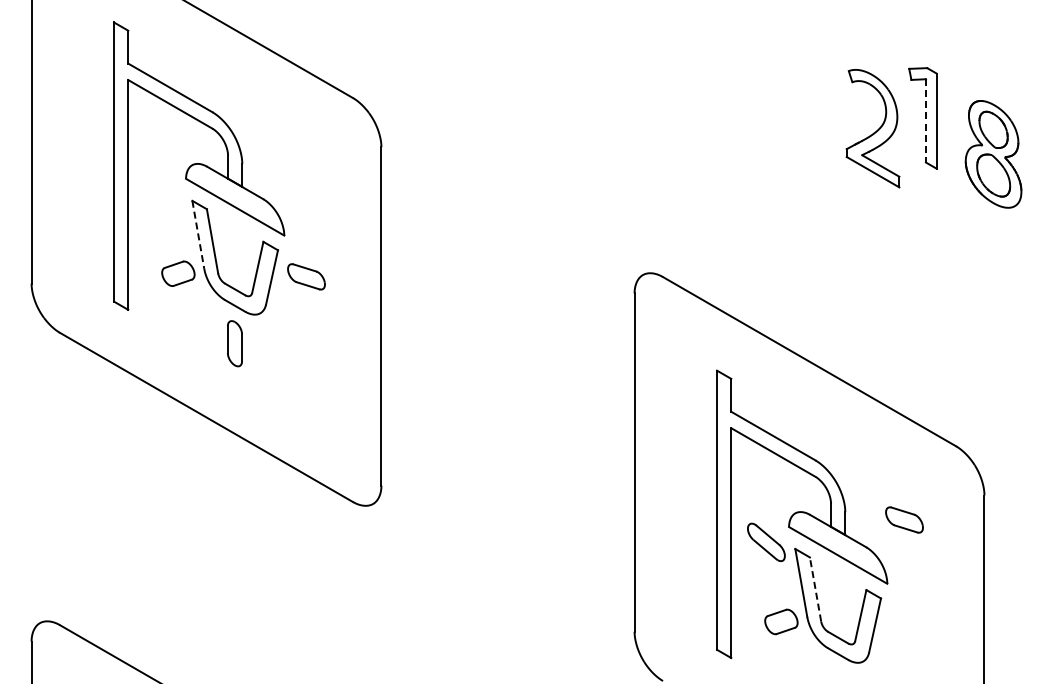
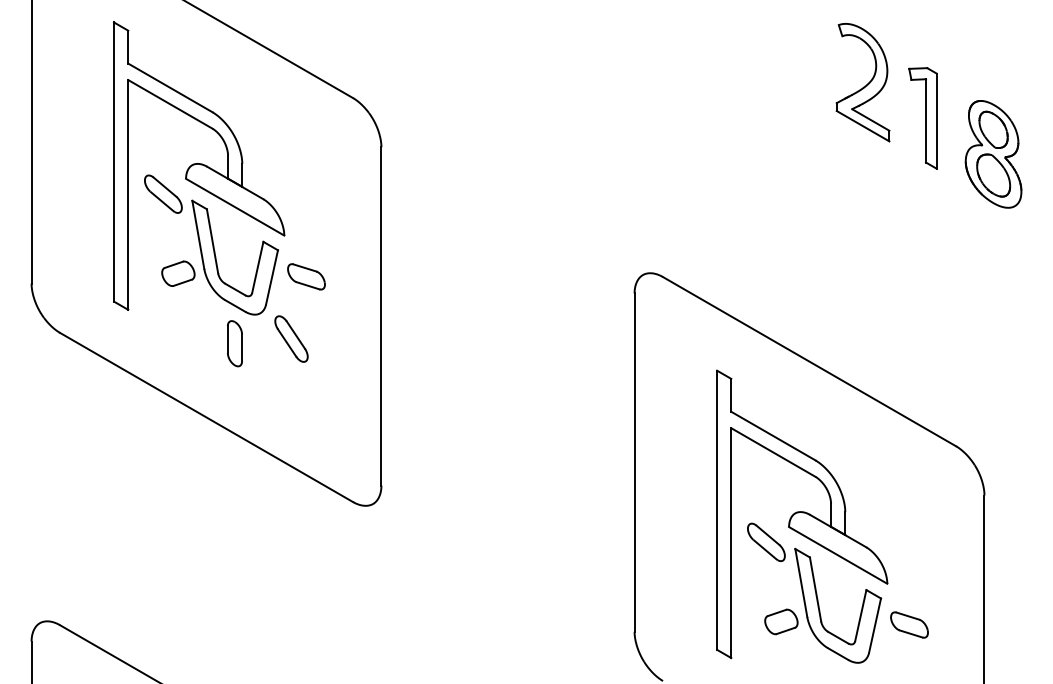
line at (925, 120): dashed -> solid
part at (872, 128) position: (872, 128) -> (862, 82)
part at (163, 193): none -> present
line at (198, 234): dashed -> solid
part at (291, 338): none -> present
part at (904, 519) position: (904, 519) -> (909, 624)
line at (815, 588): dashed -> solid
